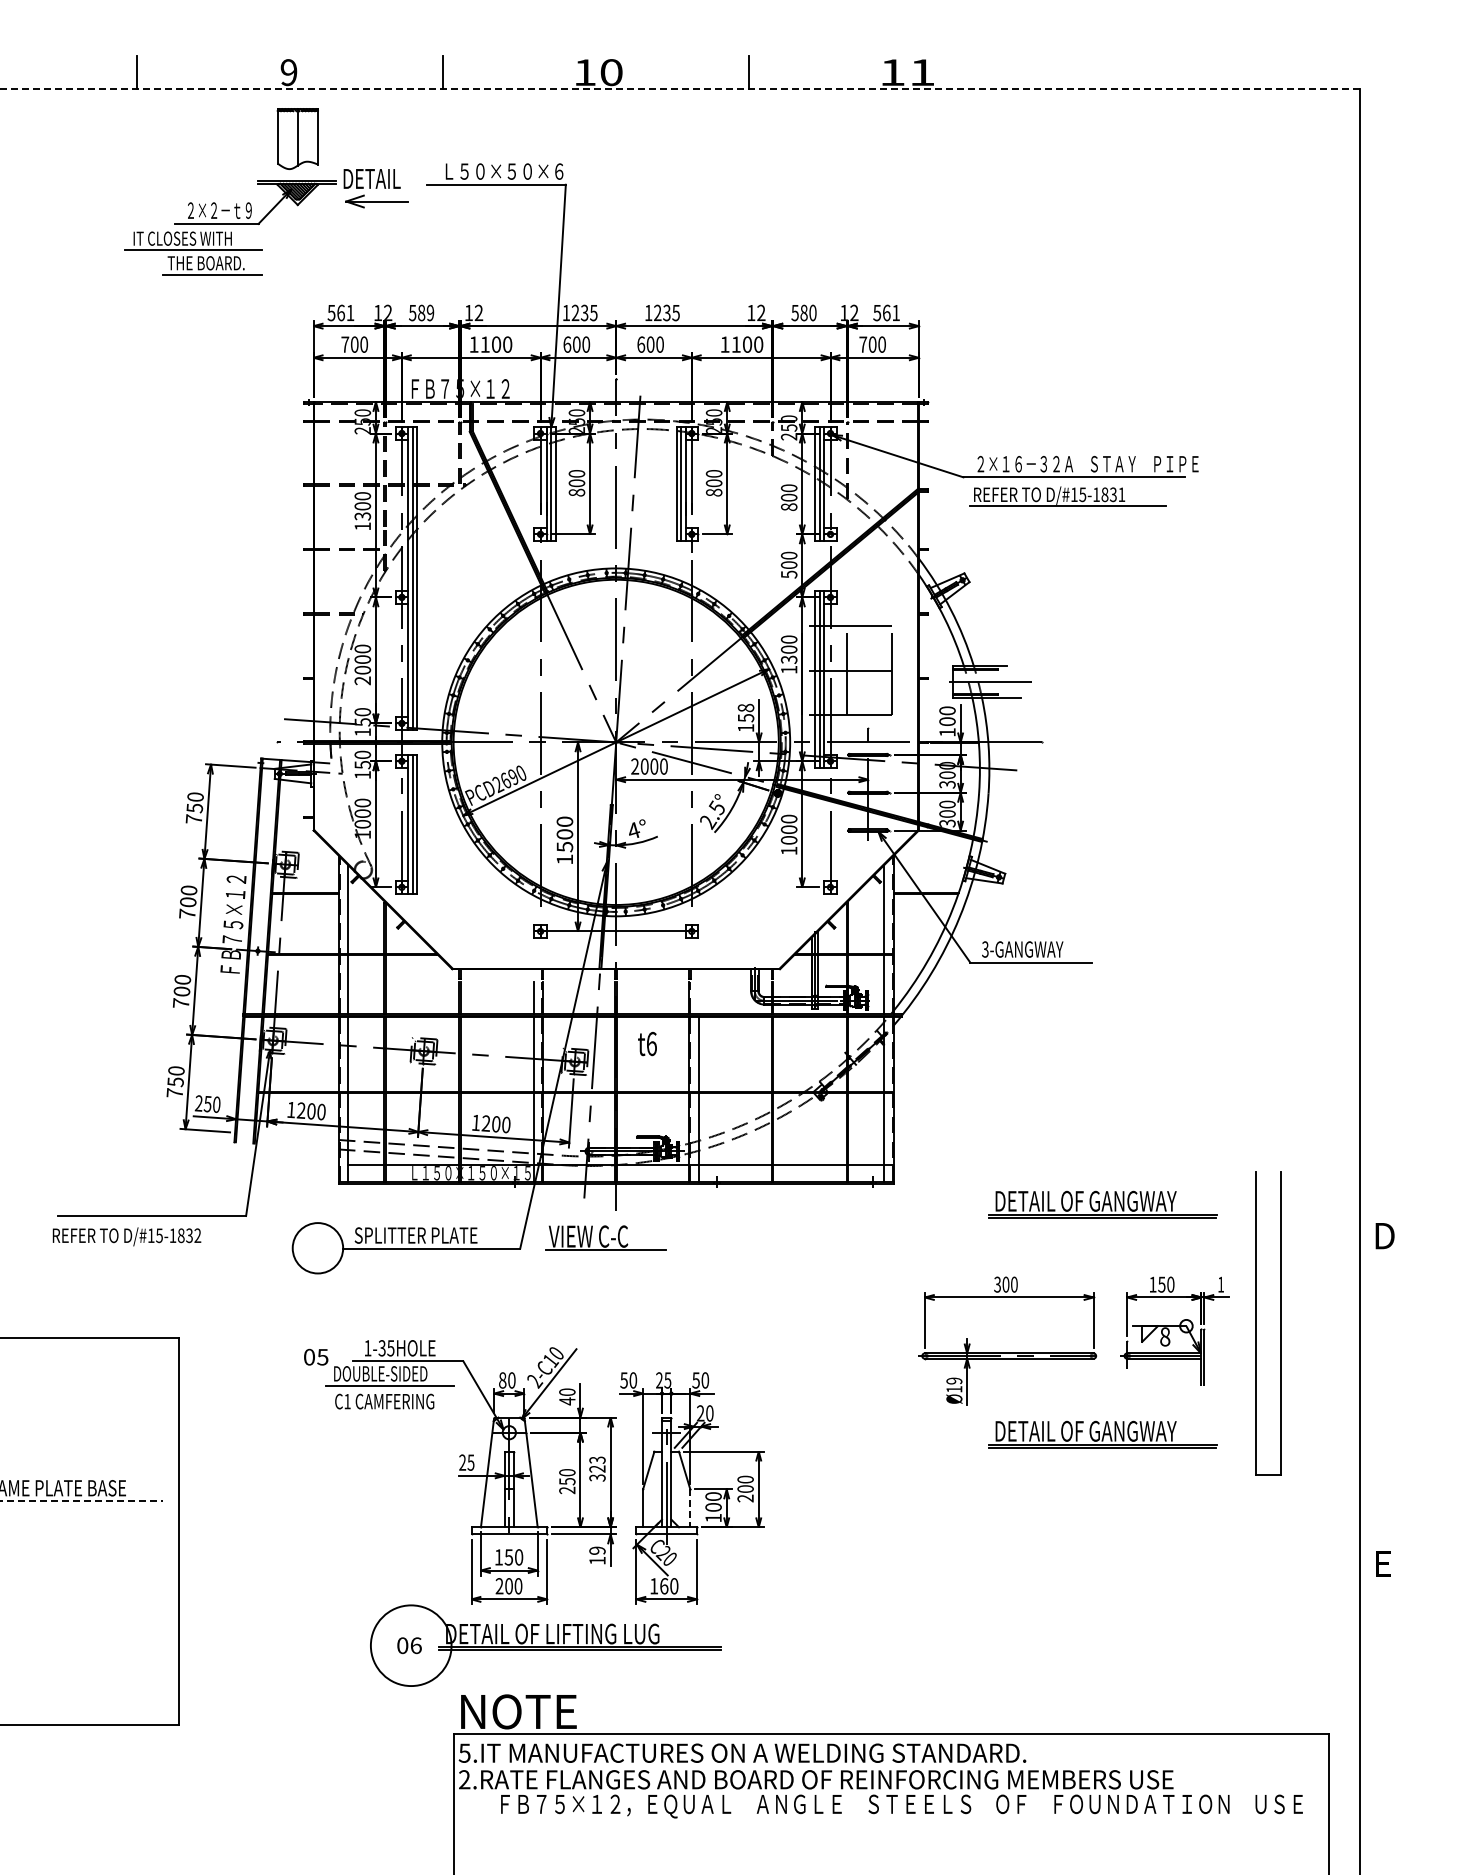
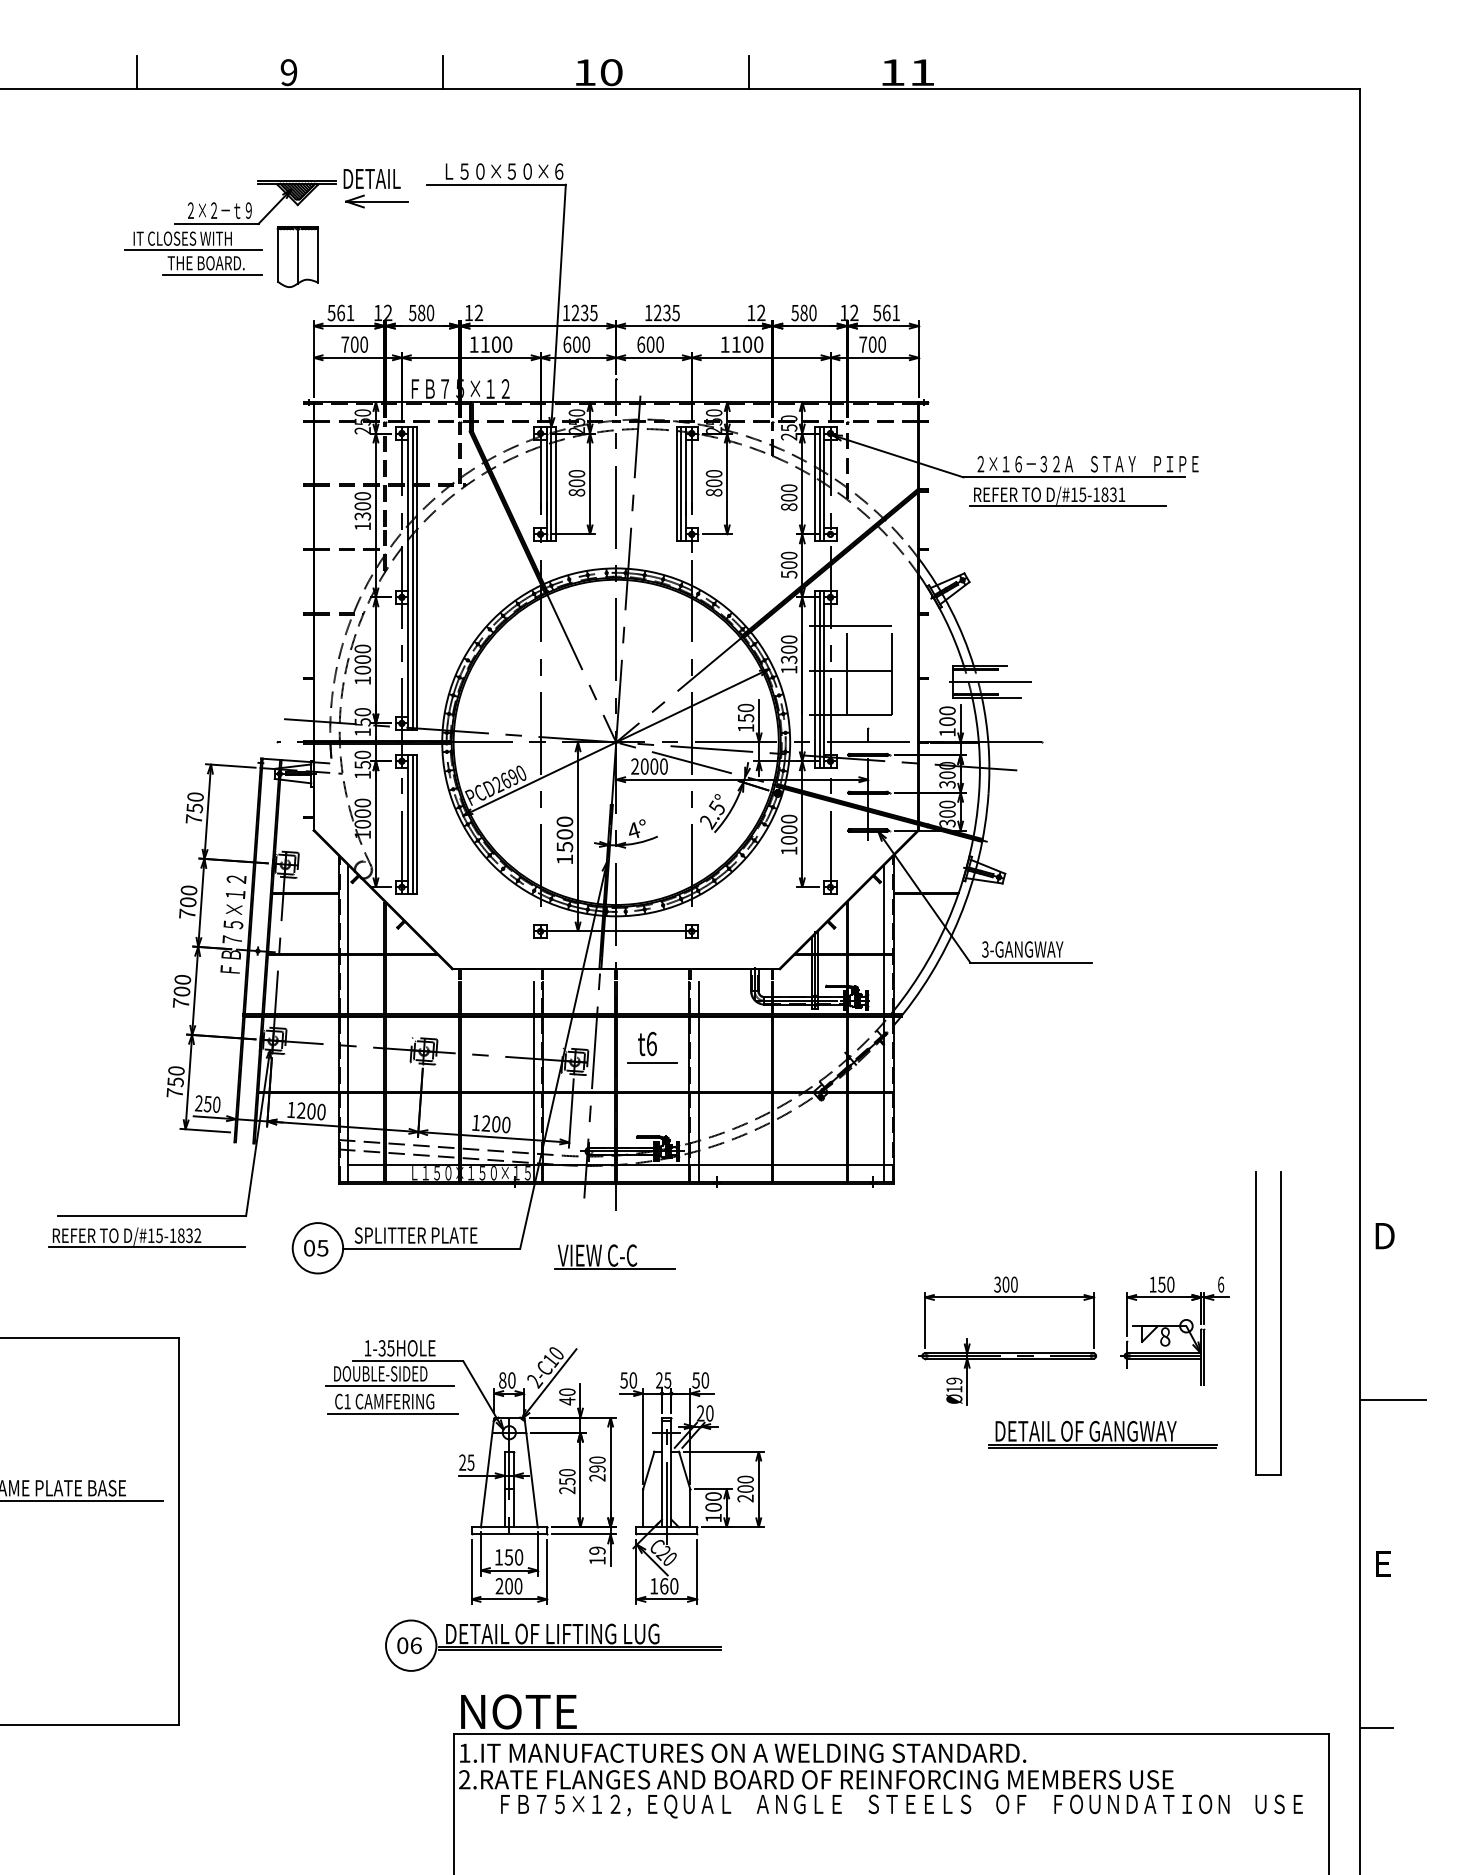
line at (680, 89): dashed -> solid
part at (297, 138) position: (297, 138) -> (297, 256)
text at (430, 313): 589 -> 580
text at (362, 680): 2000 -> 1000
text at (745, 707): 158 -> 150
line at (698, 998): none -> present
line at (652, 1063): none -> present
part at (1102, 1204): present -> none
part at (605, 1237) position: (605, 1237) -> (614, 1256)
line at (146, 1247): none -> present
text at (1221, 1284): 1 -> 6
text at (316, 1356) position: (316, 1356) -> (316, 1247)
line at (1392, 1399): none -> present
line at (392, 1414): none -> present
text at (597, 1468): 323 -> 290
line at (82, 1501): dashed -> solid
line at (690, 1508): dashed -> solid
circle at (410, 1645) diameter: 81 px -> 50 px
line at (1376, 1727): none -> present
text at (464, 1752): 5.IT -> 1.IT
